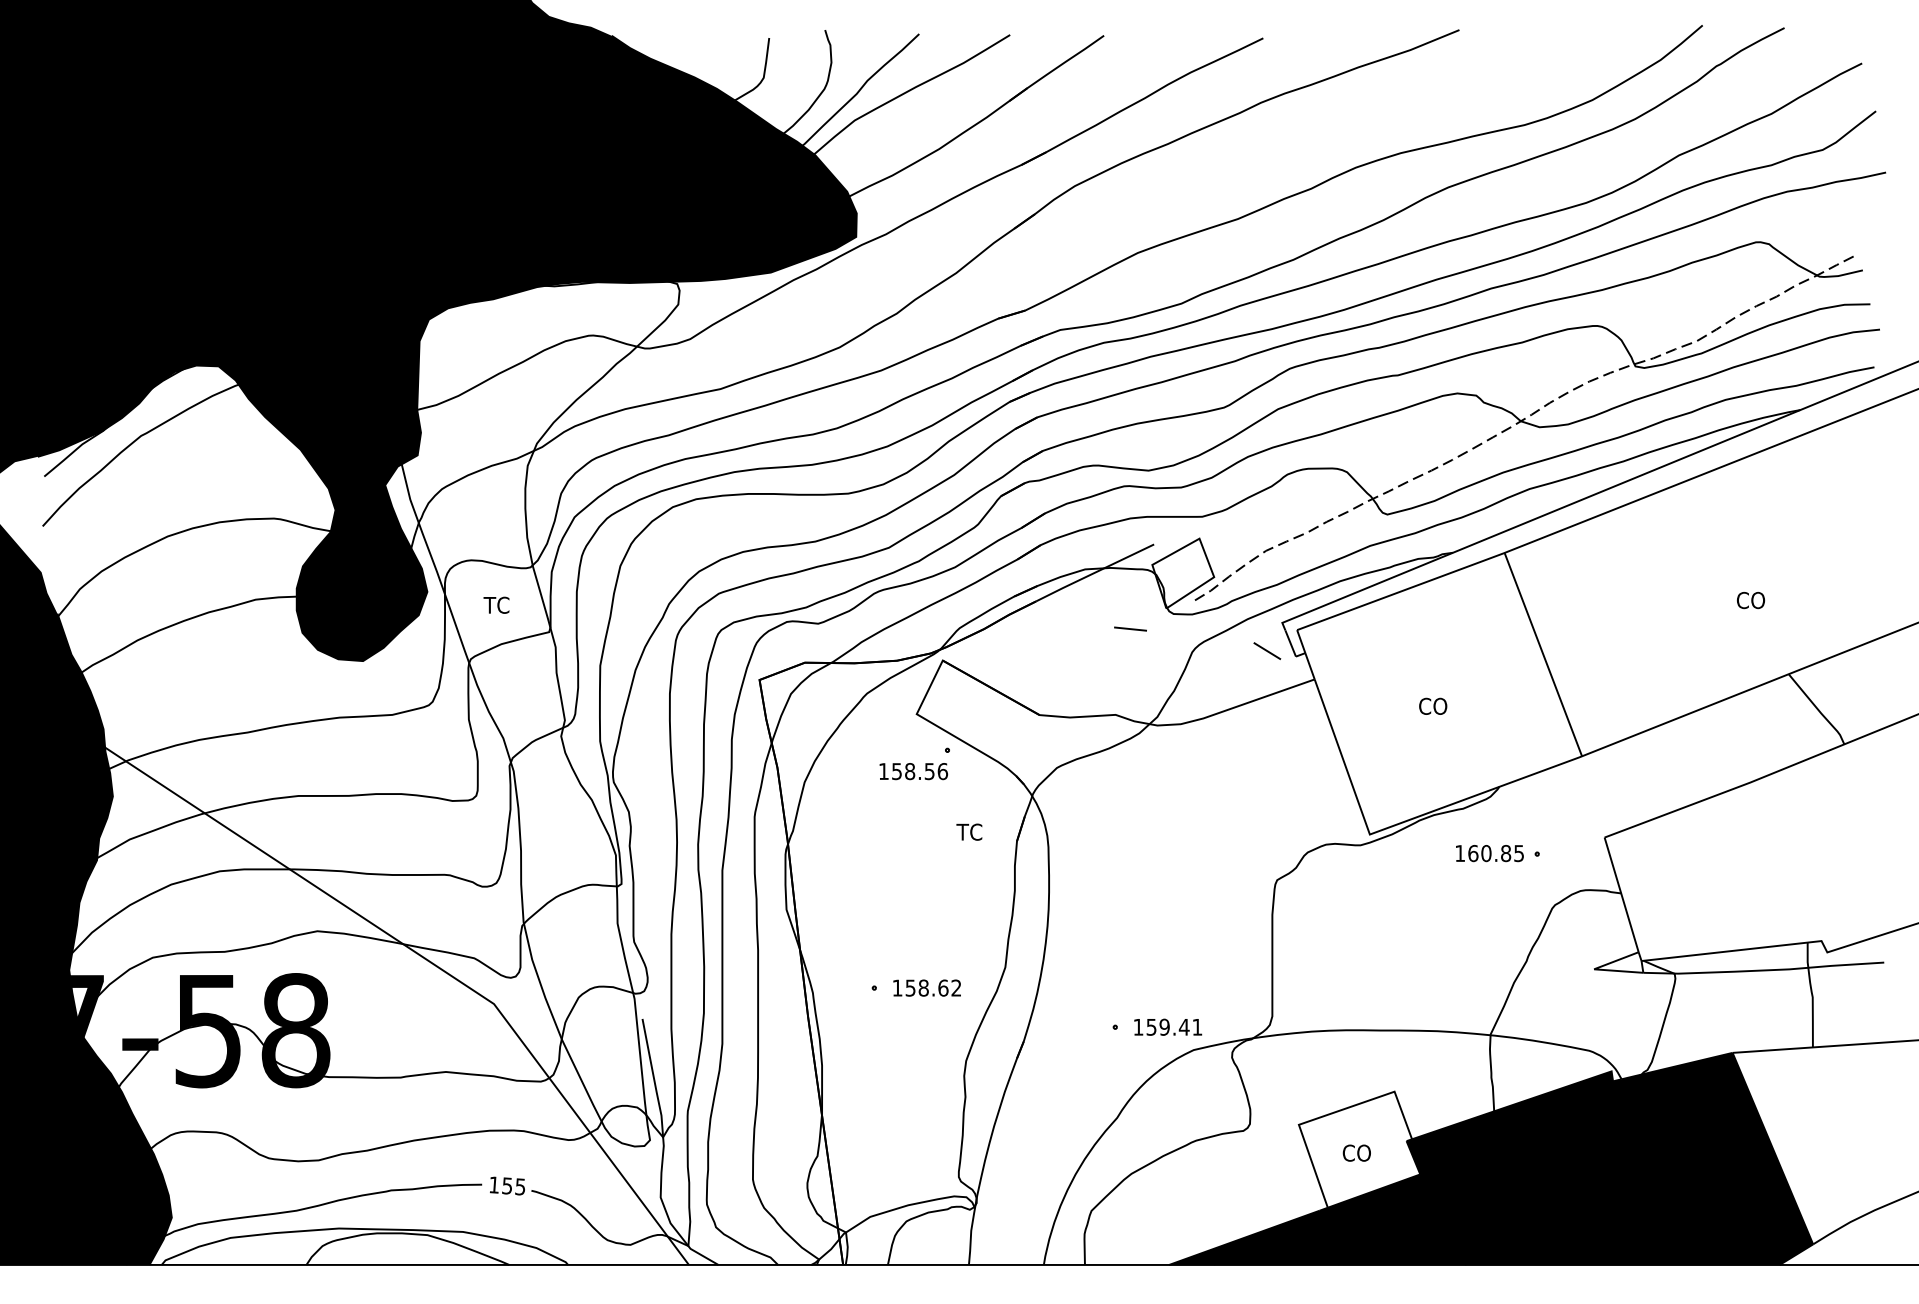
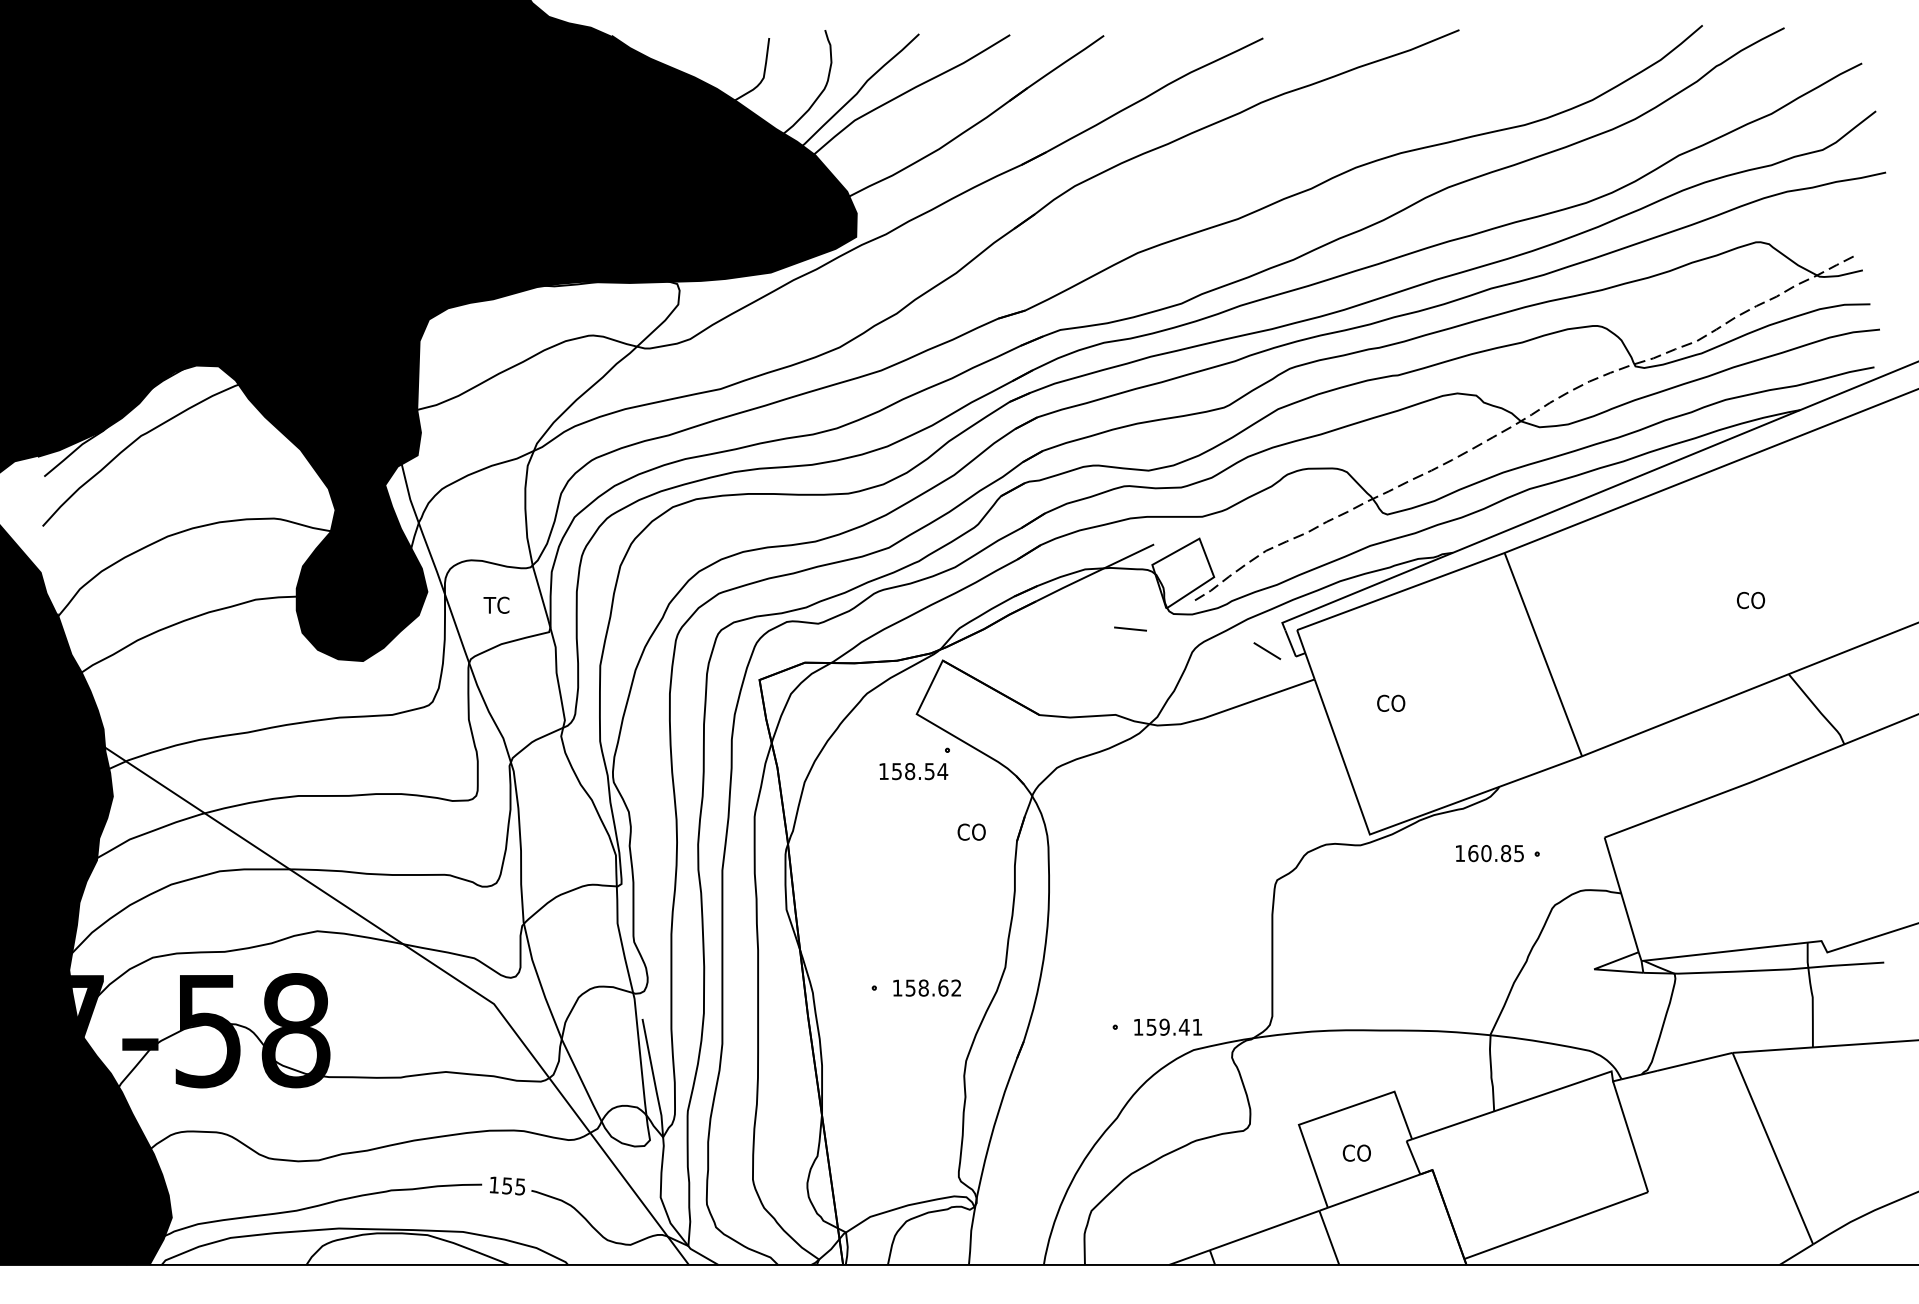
text at (1433, 705) position: (1433, 705) -> (1391, 702)
text at (942, 771): 158.56 -> 158.54
text at (970, 831): TC -> CO
fill at (1491, 1158): present -> none
